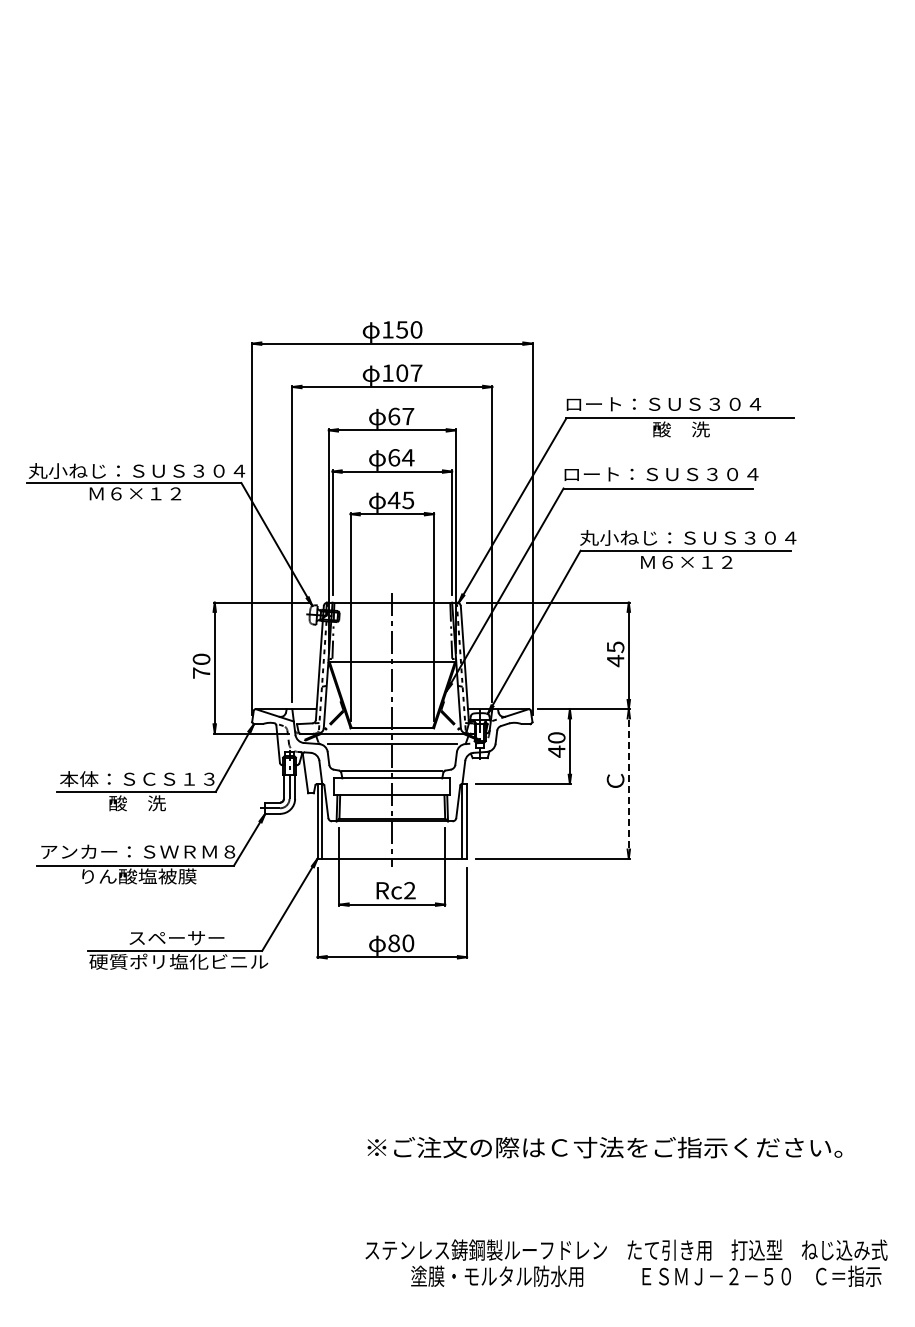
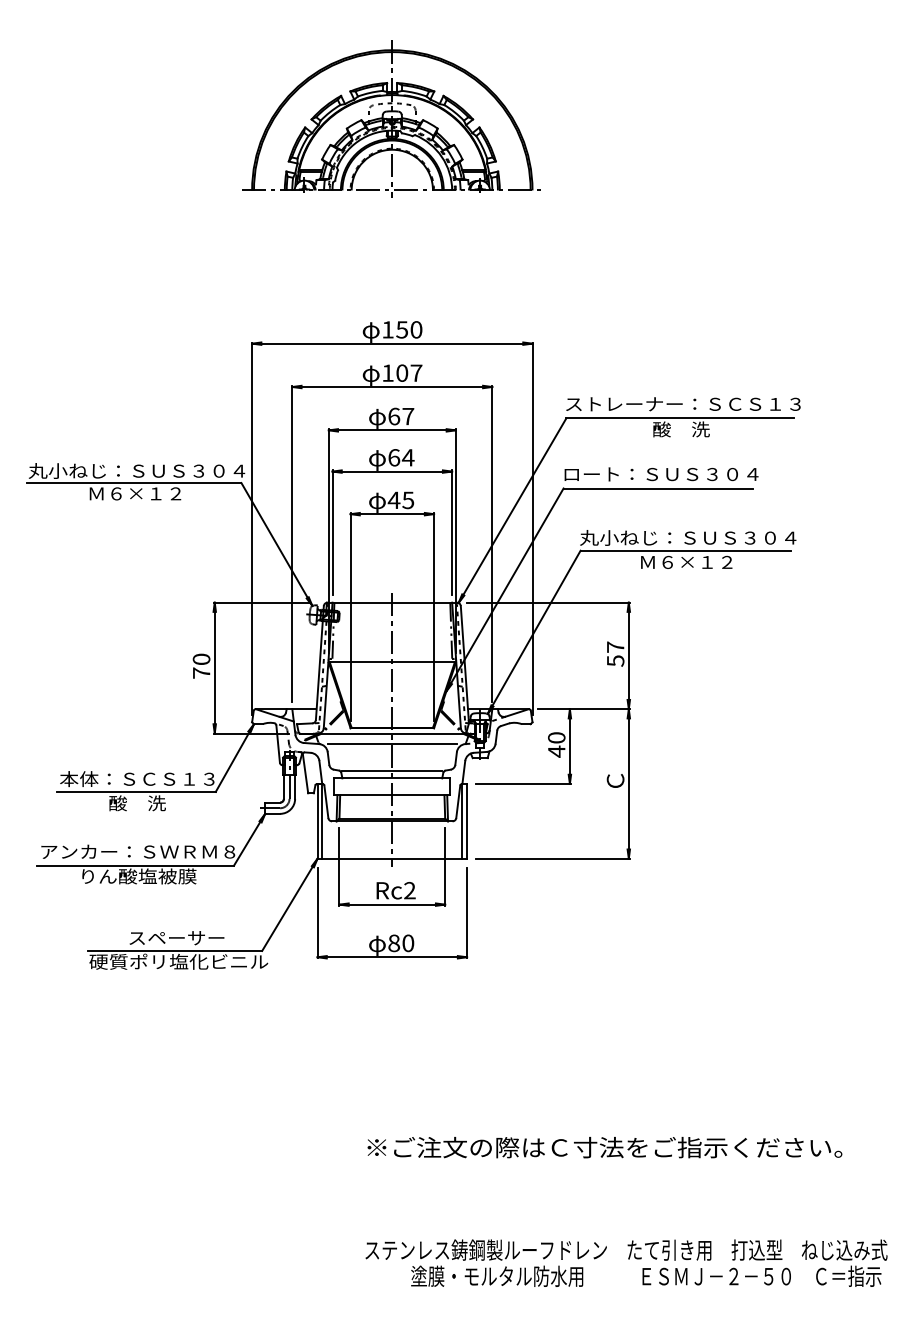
part at (391, 118): none -> present
text at (683, 404): ロート：ＳＵＳ３０４ -> ストレーナー：ＳＣＳ１３
text at (615, 654): 45 -> 57
line at (628, 783): dashed -> solid
